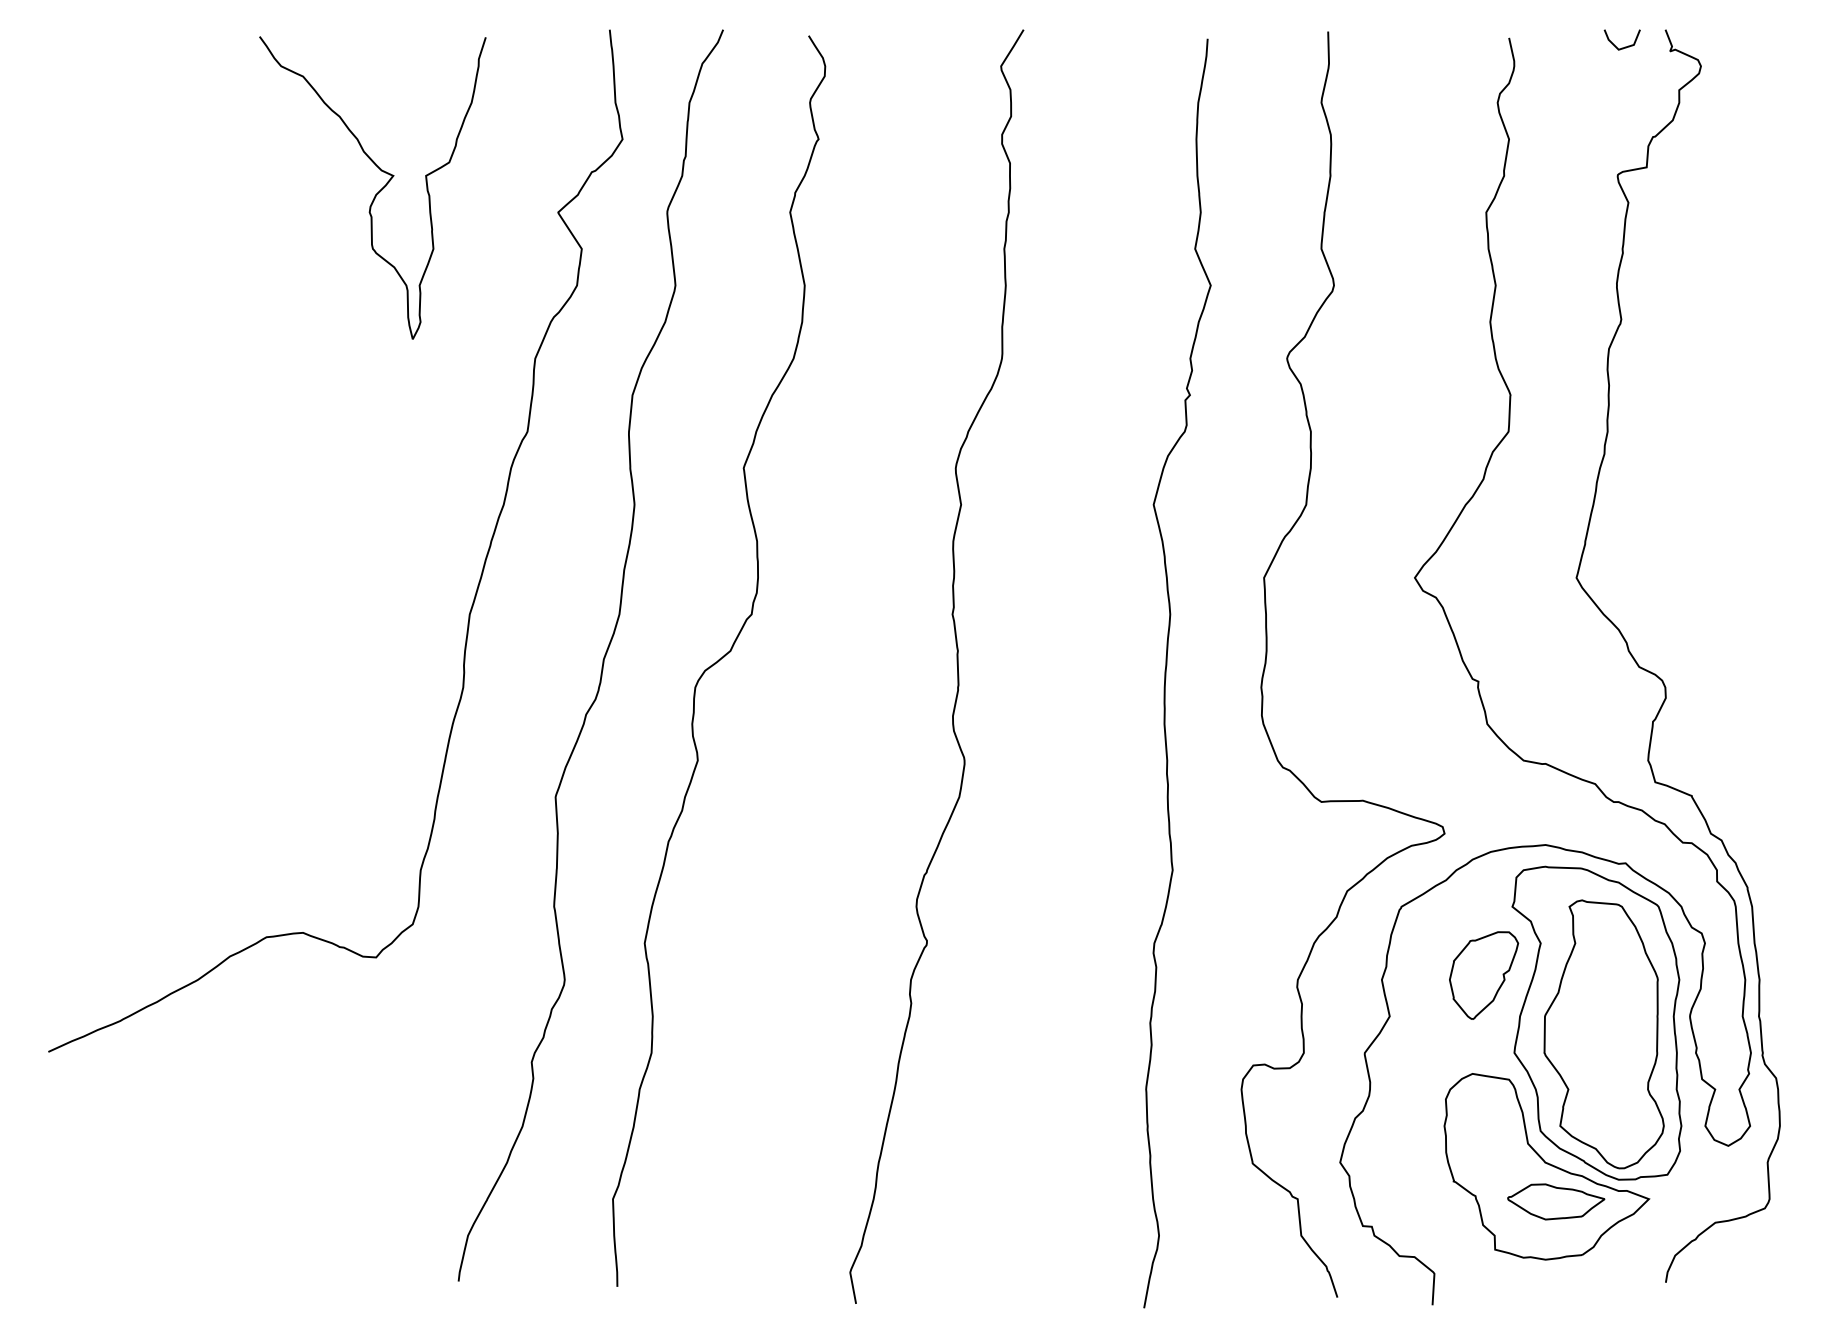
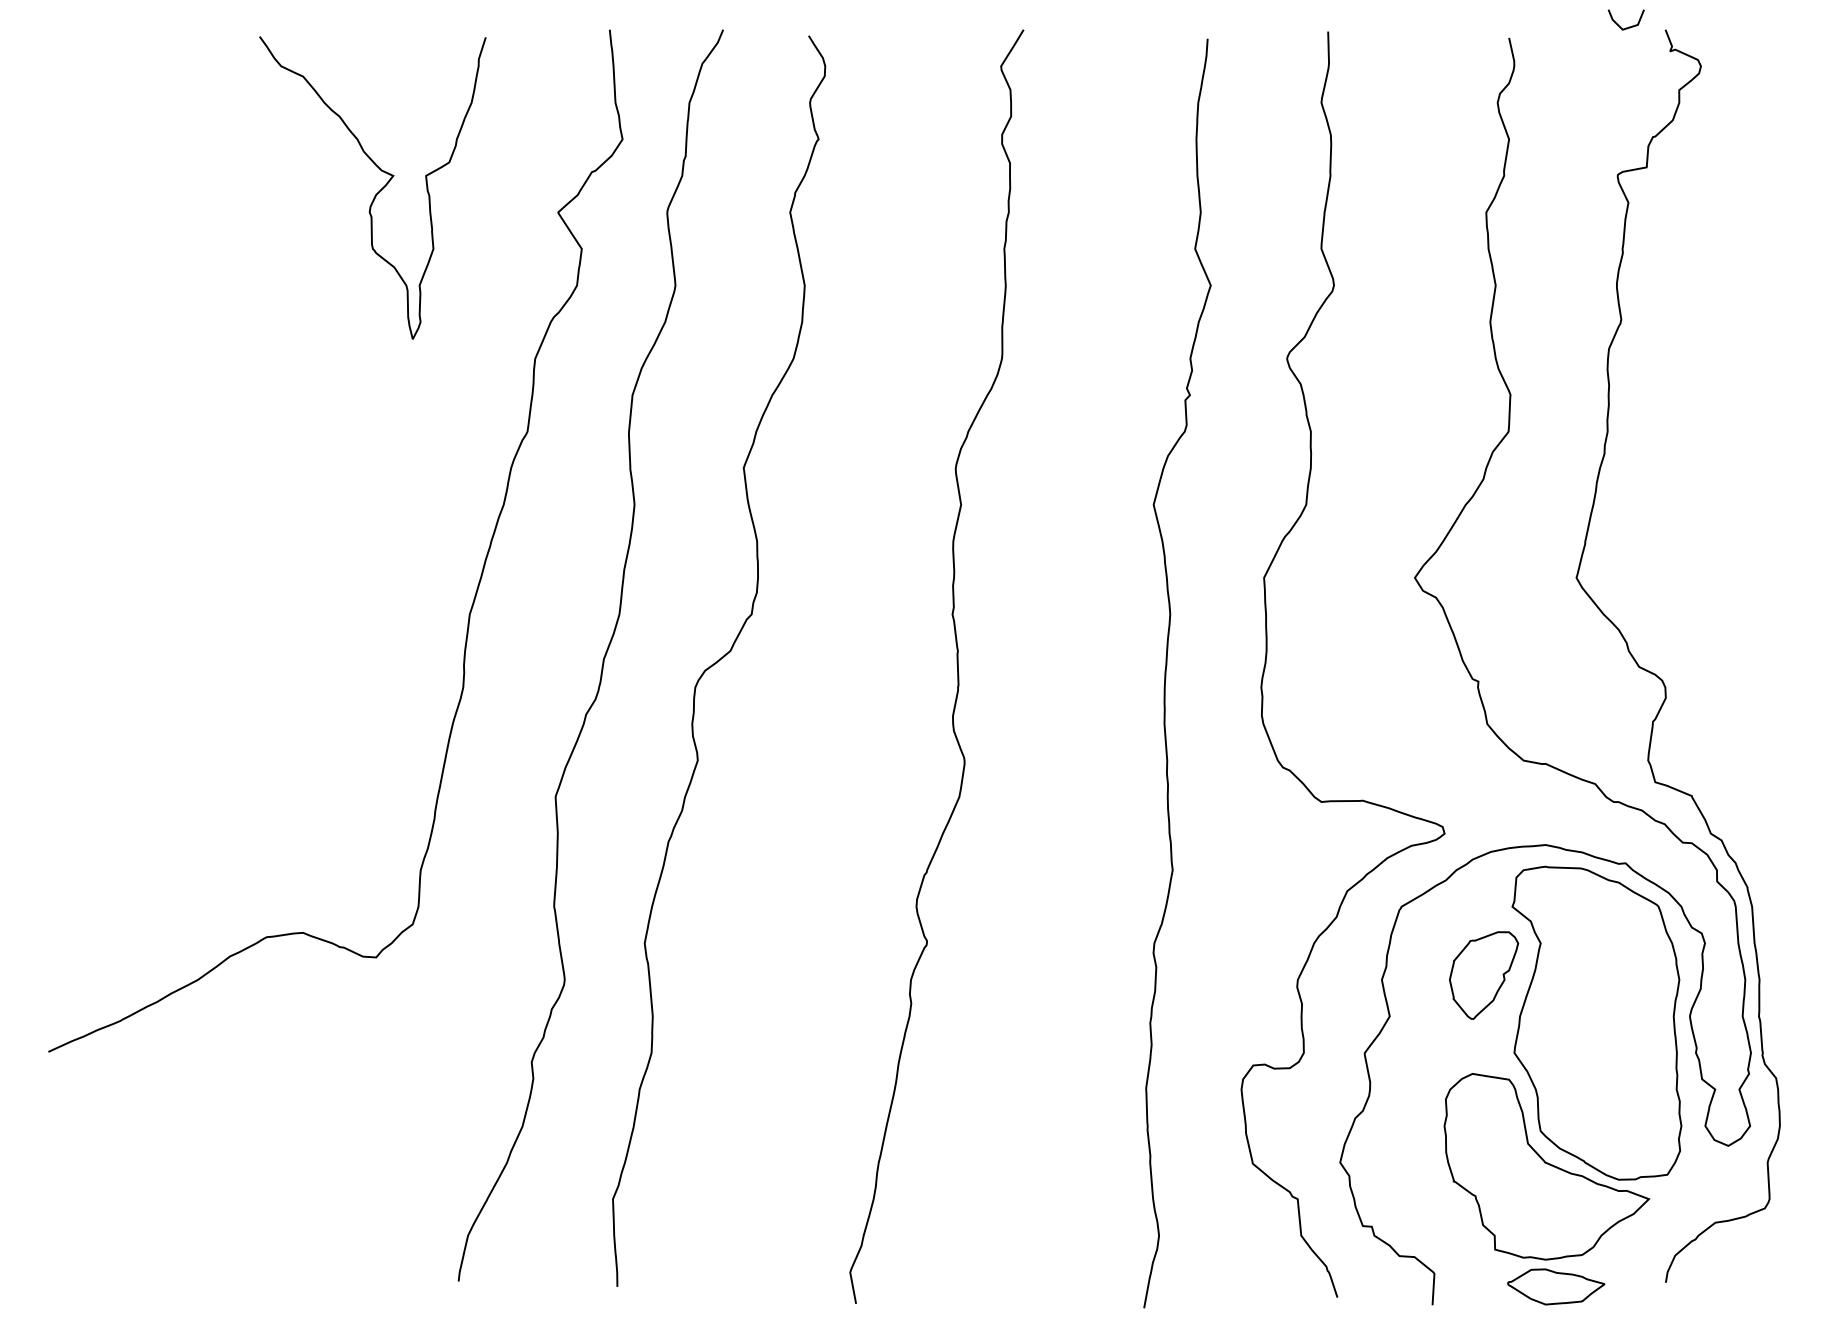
line at (1621, 47) position: (1621, 47) -> (1625, 27)
part at (1603, 1034): present -> none
part at (1556, 1201) position: (1556, 1201) -> (1556, 1286)
